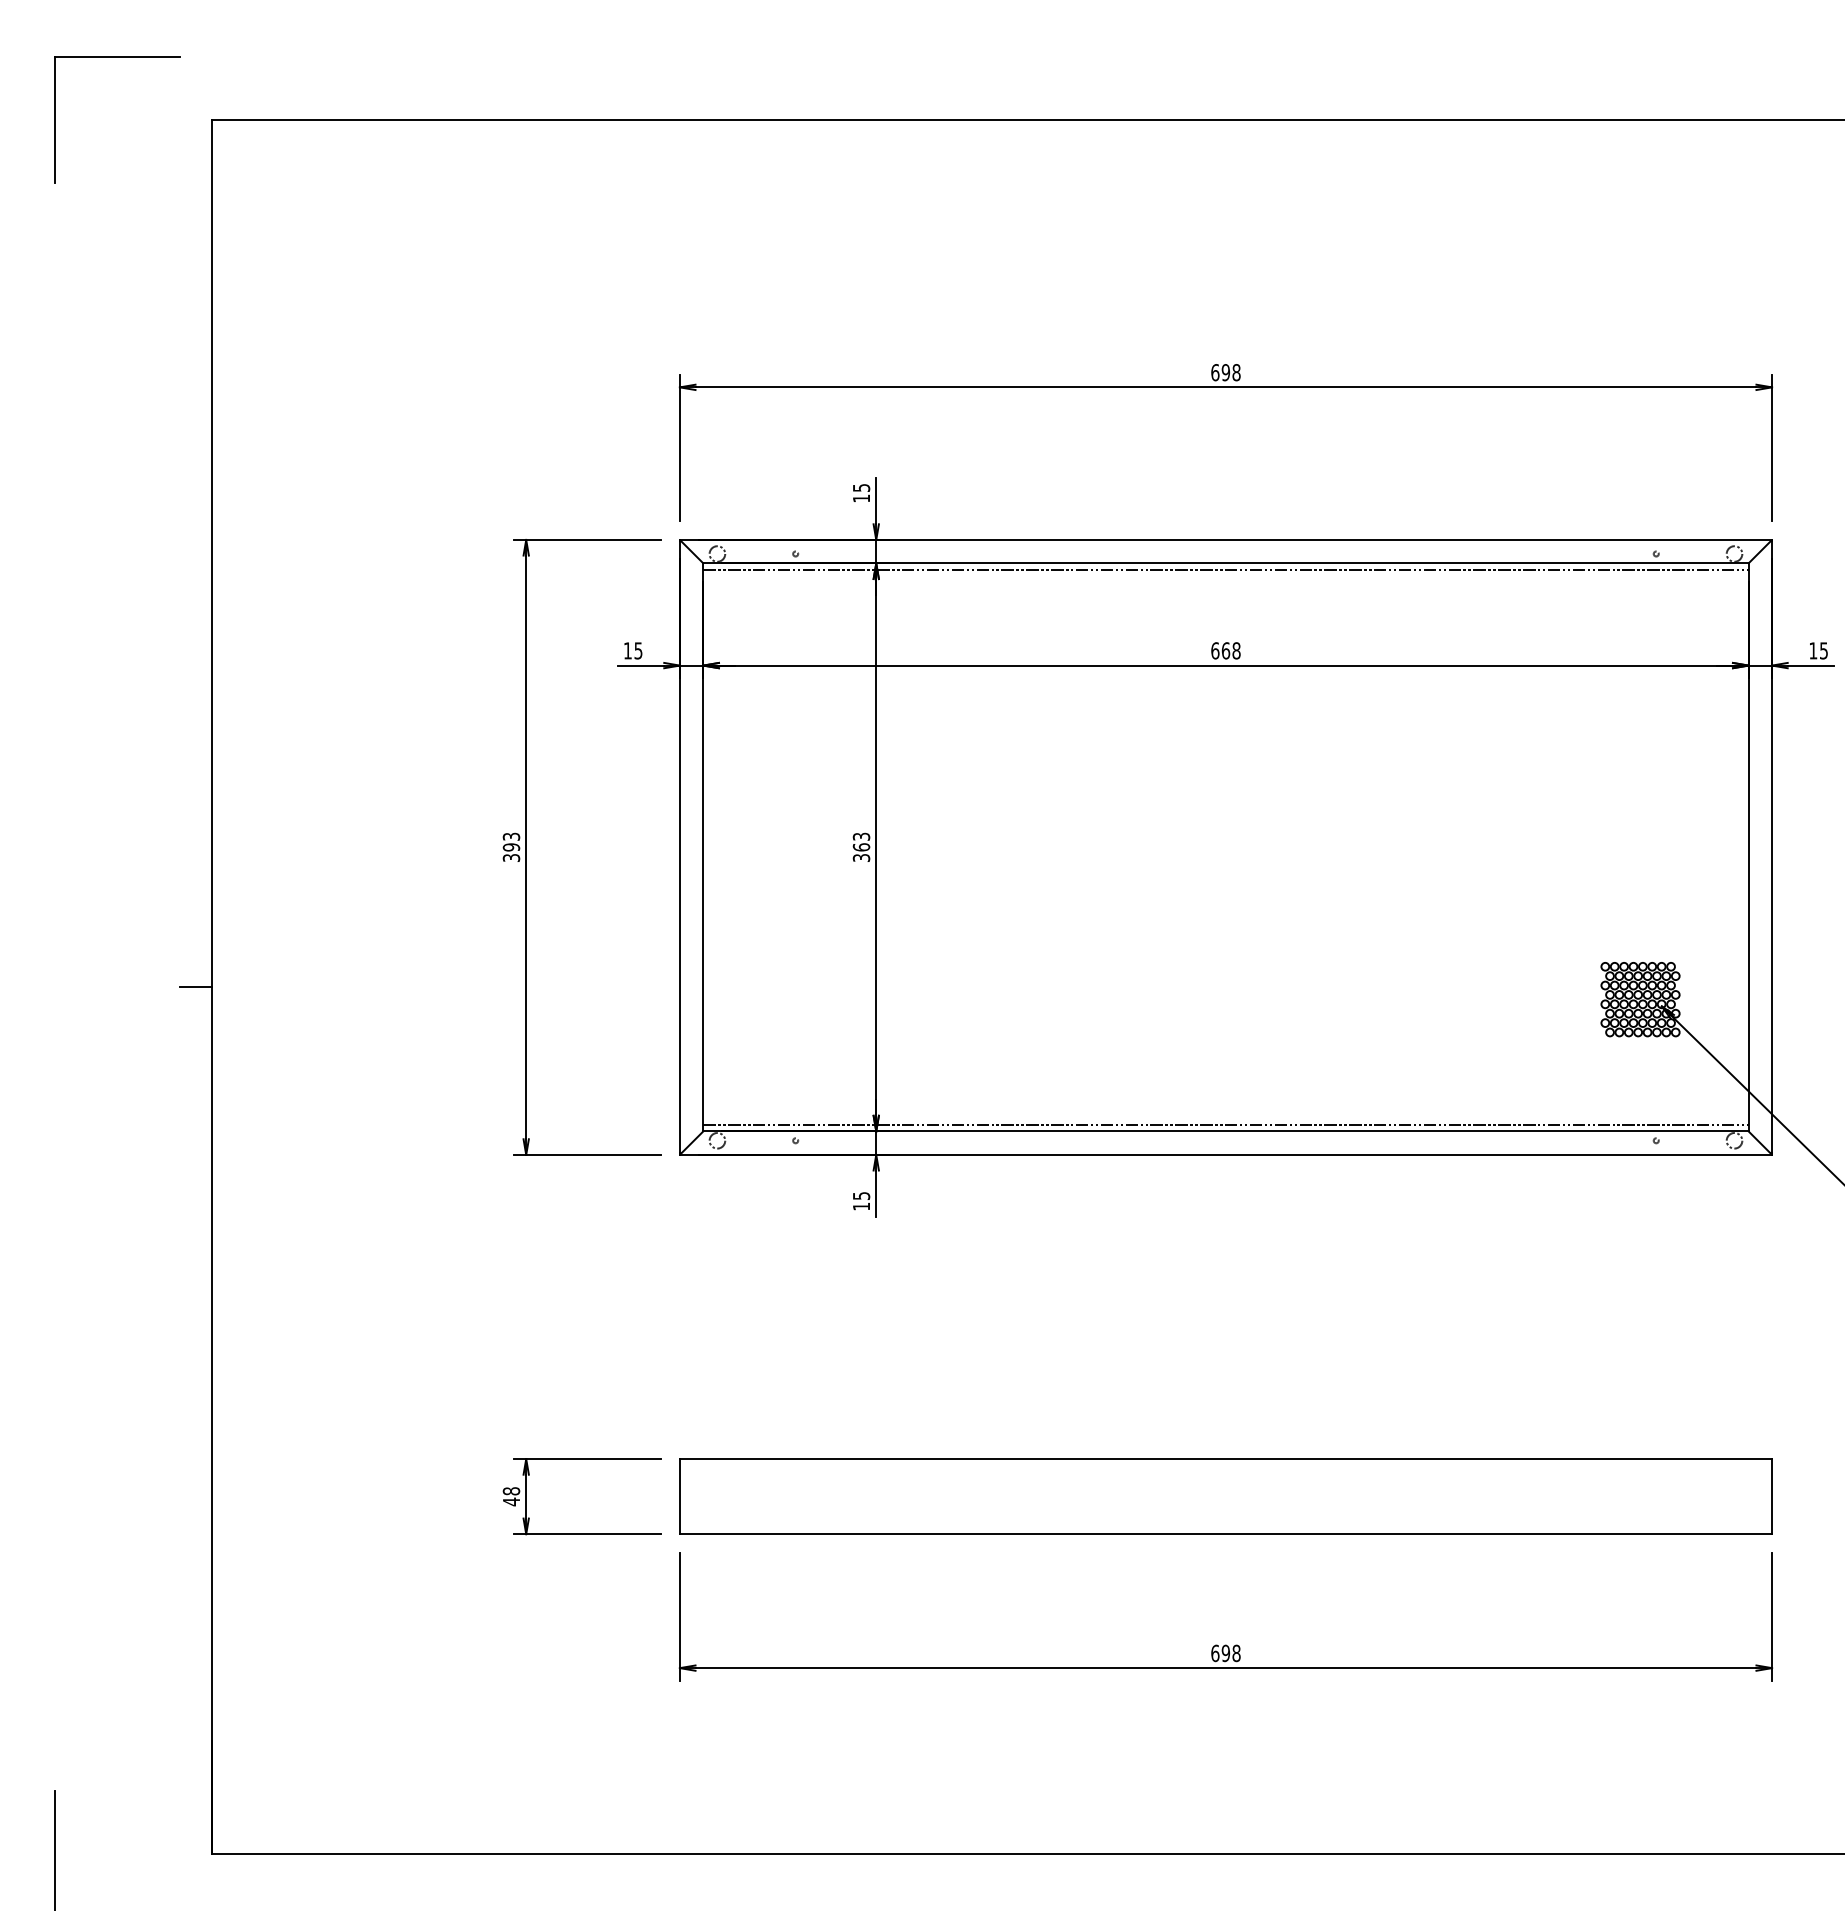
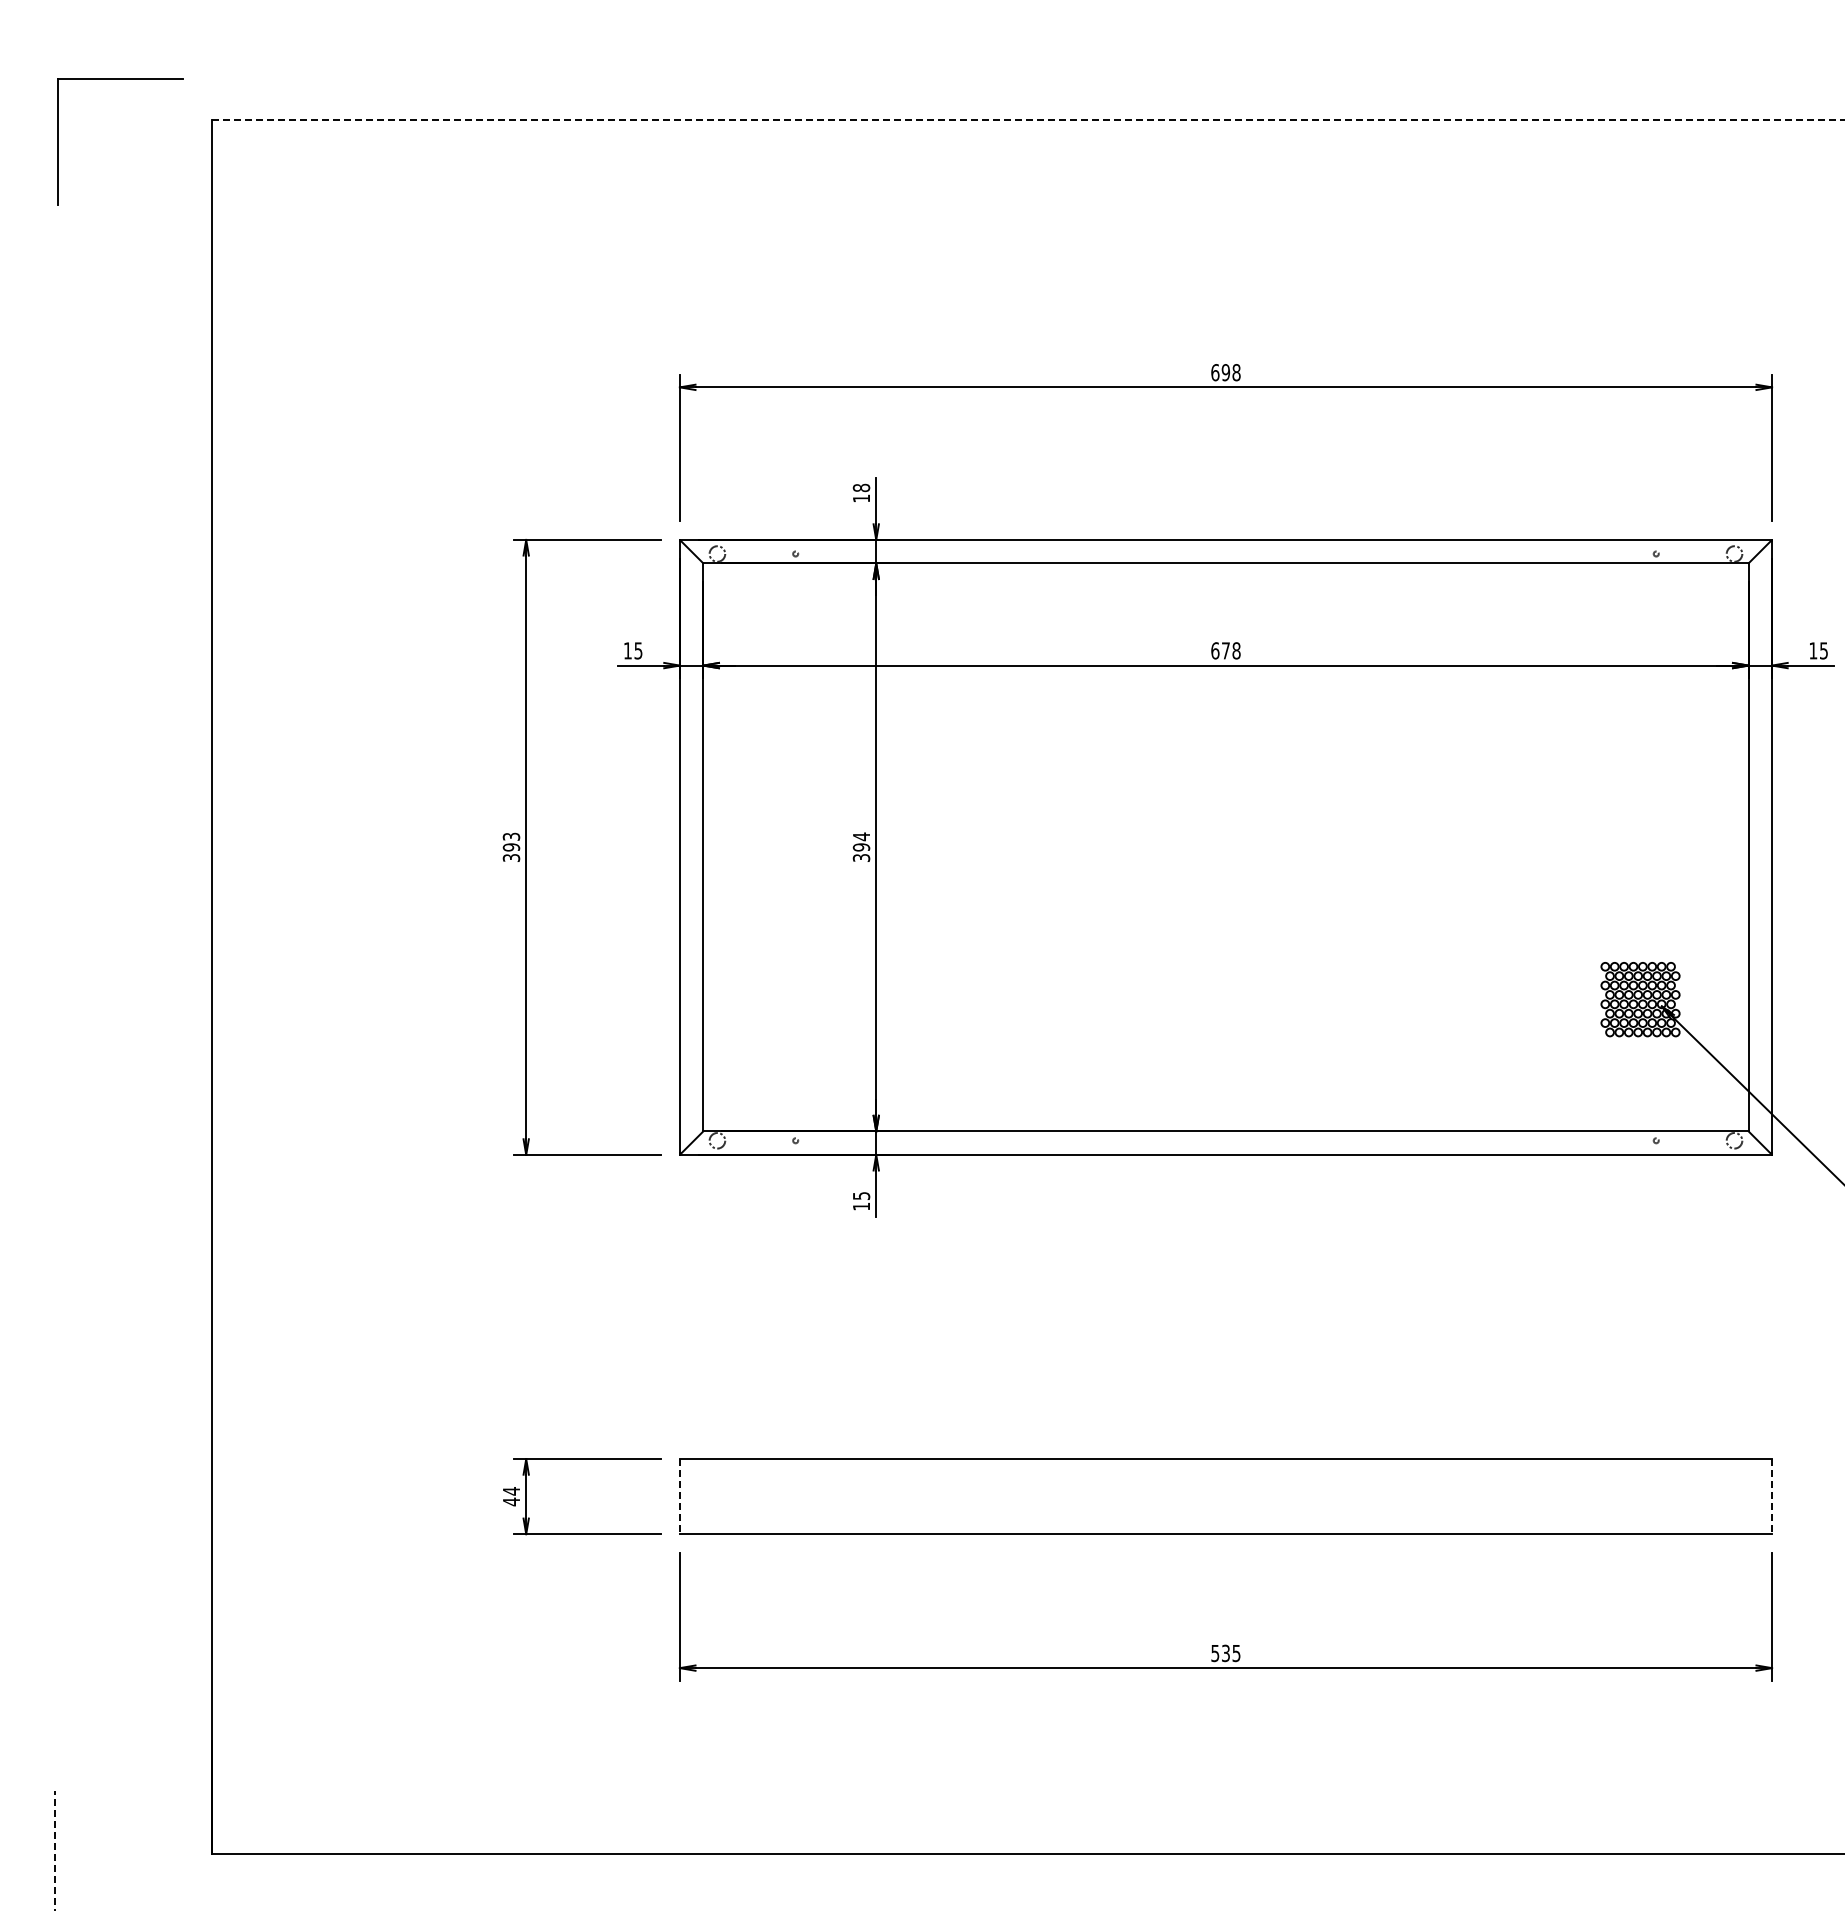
part at (117, 57) position: (117, 57) -> (120, 79)
line at (1028, 119): solid -> dashed
text at (861, 487): 15 -> 18
line at (1225, 569): present -> none
text at (1225, 650): 668 -> 678
text at (861, 841): 363 -> 394
line at (195, 986): present -> none
line at (1225, 1125): present -> none
text at (511, 1491): 48 -> 44
line at (679, 1496): solid -> dashed
line at (1772, 1496): solid -> dashed
text at (1225, 1653): 698 -> 535
line at (55, 1850): solid -> dashed
